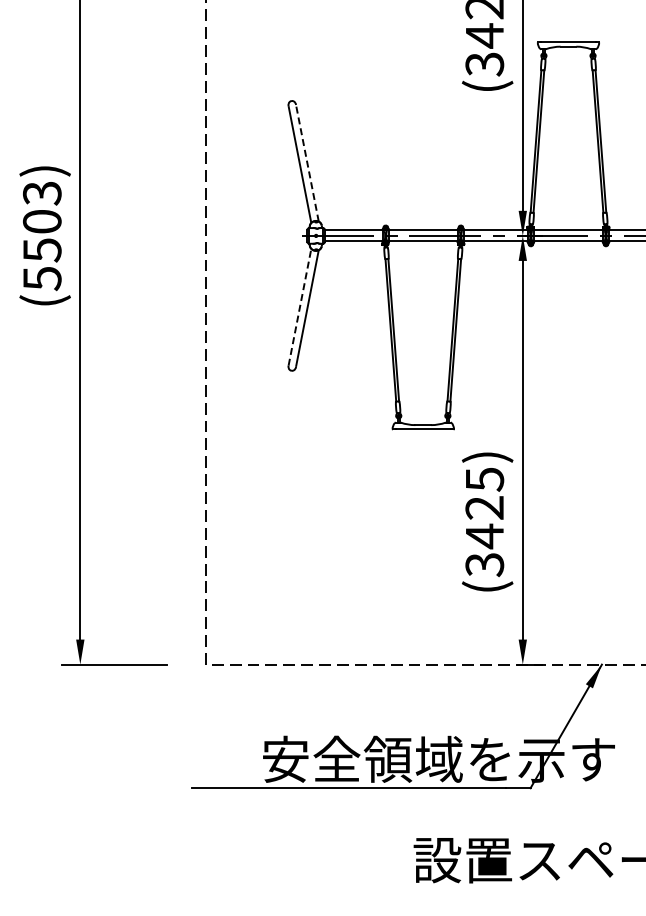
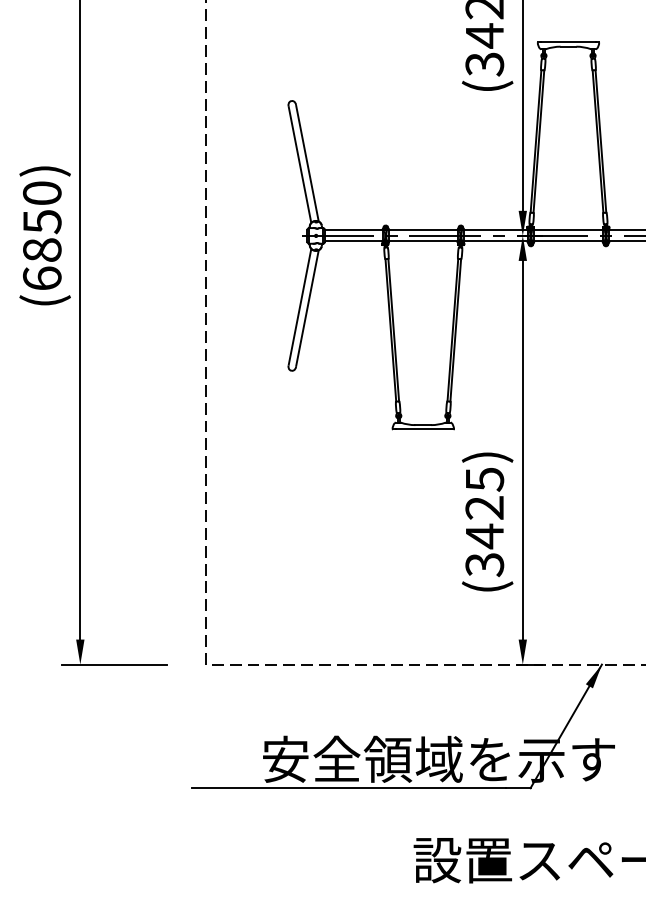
line at (307, 162): dashed -> solid
text at (42, 236): (5503) -> (6850)
line at (299, 307): dashed -> solid
